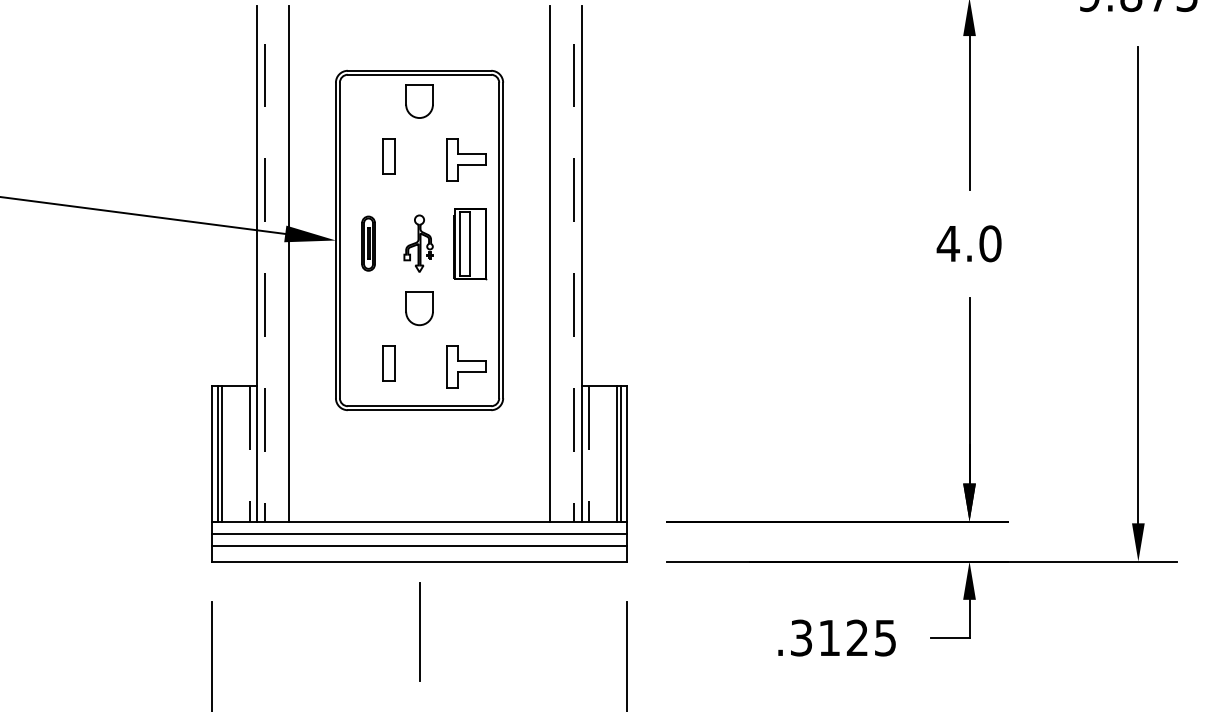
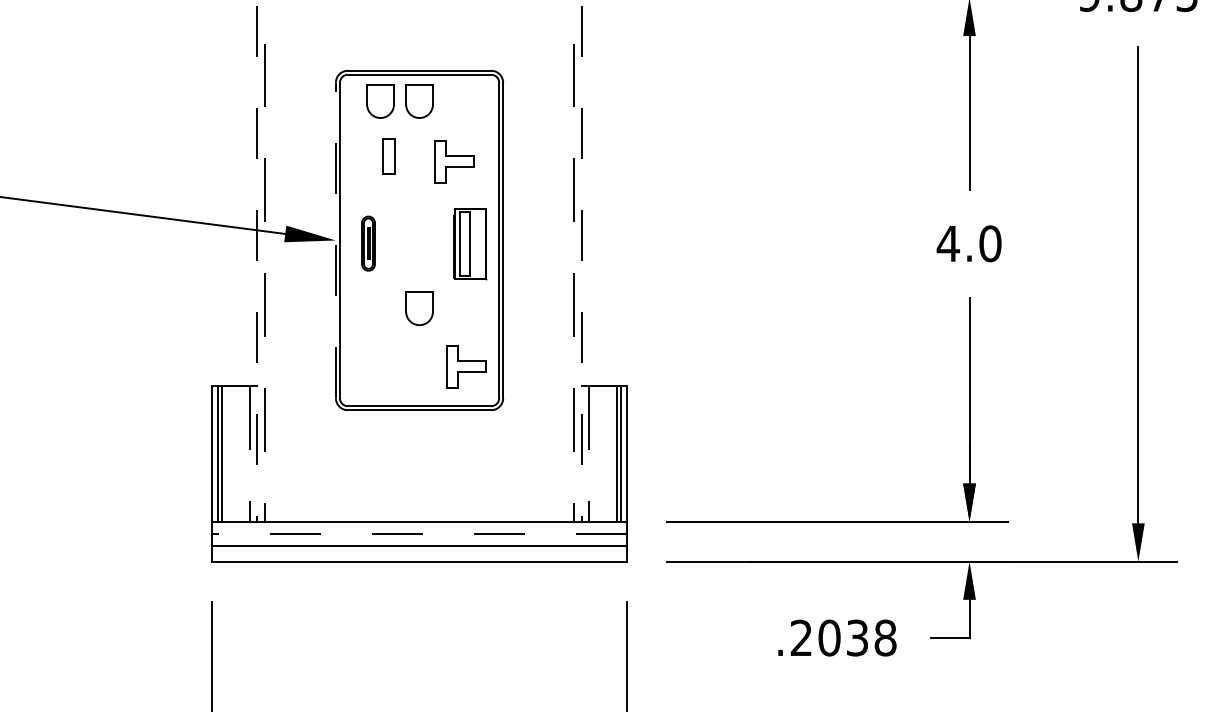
part at (380, 101): none -> present
part at (466, 159) position: (466, 159) -> (454, 161)
line at (335, 240): solid -> dashed
part at (418, 243): present -> none
line at (256, 263): solid -> dashed
line at (288, 263): present -> none
line at (550, 263): present -> none
line at (582, 263): solid -> dashed
part at (388, 363): present -> none
line at (419, 533): solid -> dashed
line at (419, 631): present -> none
text at (843, 637): .3125 -> .2038
